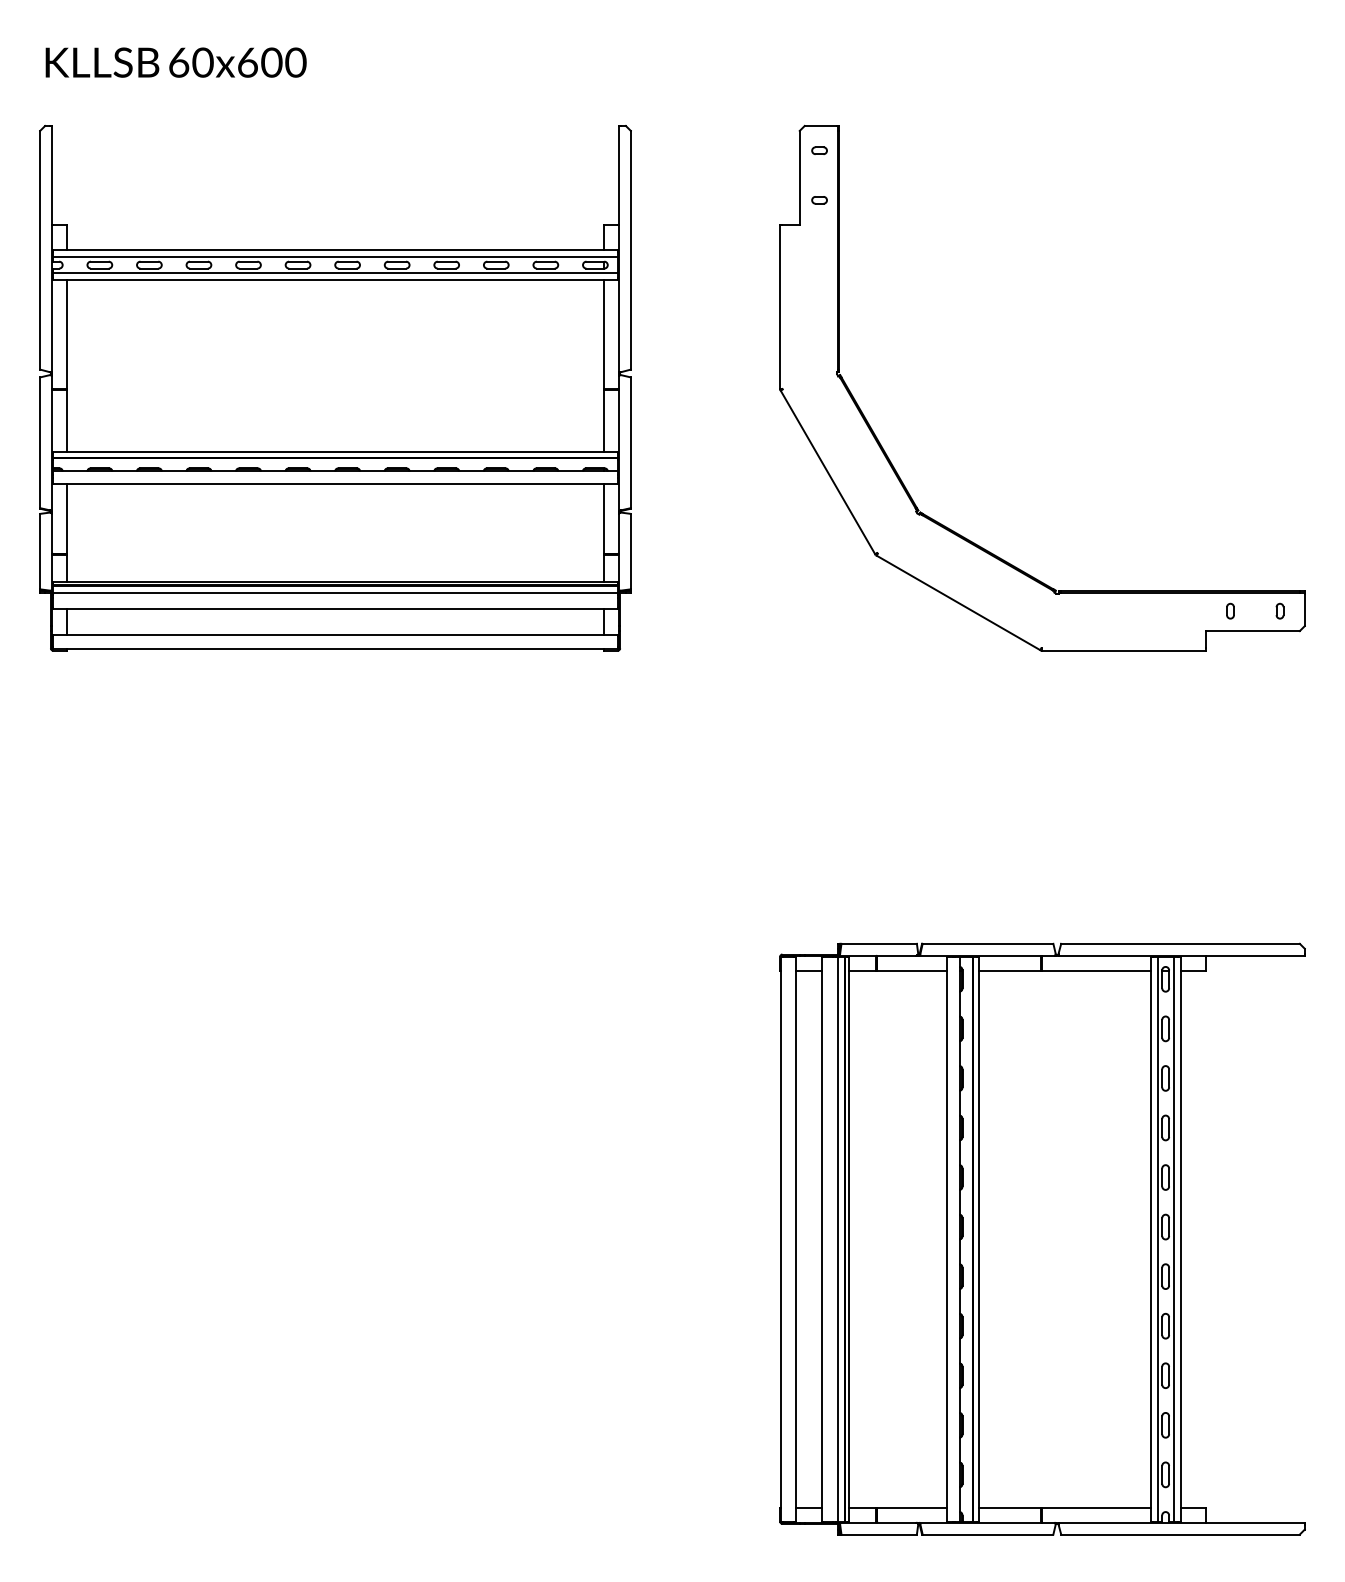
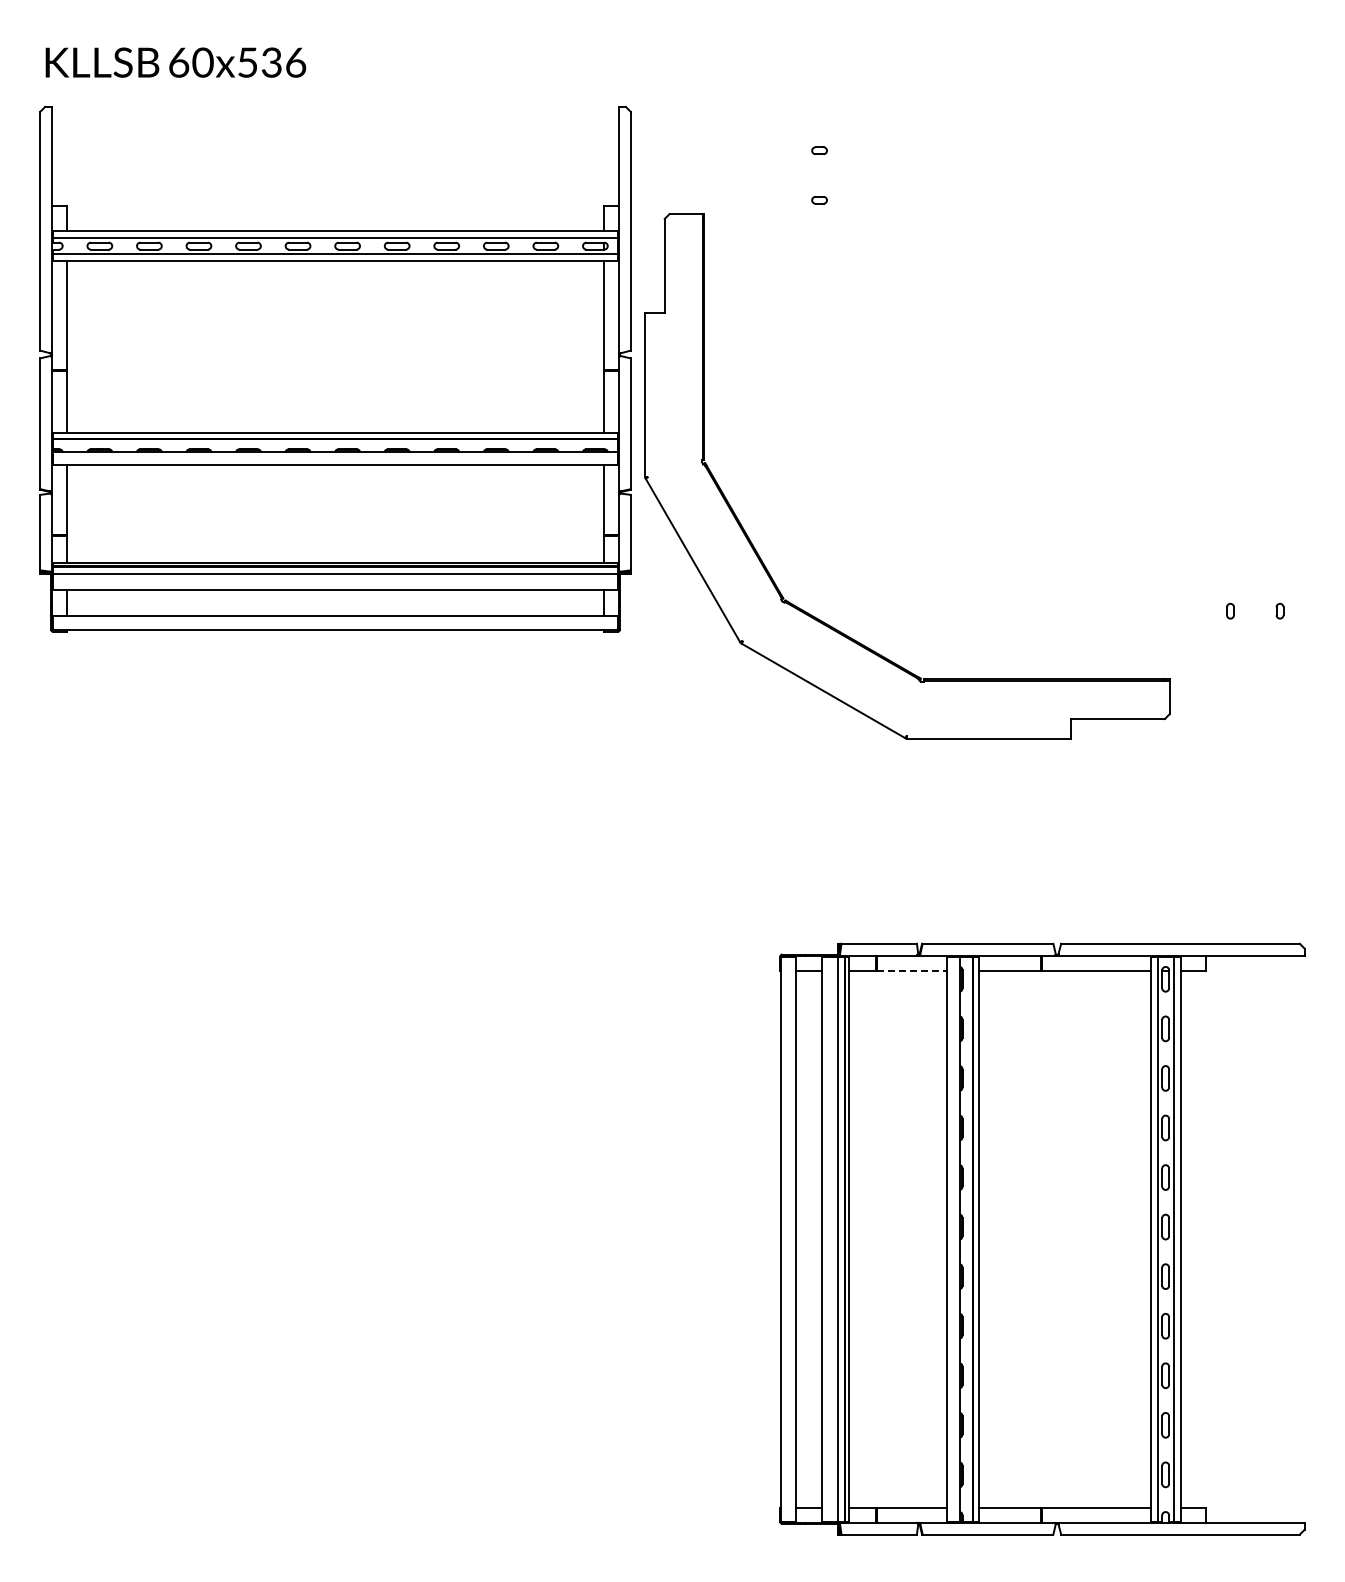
text at (272, 62): 60x600 -> 60x536
part at (335, 388) position: (335, 388) -> (335, 369)
part at (895, 468) position: (895, 468) -> (760, 556)
line at (912, 970): solid -> dashed
